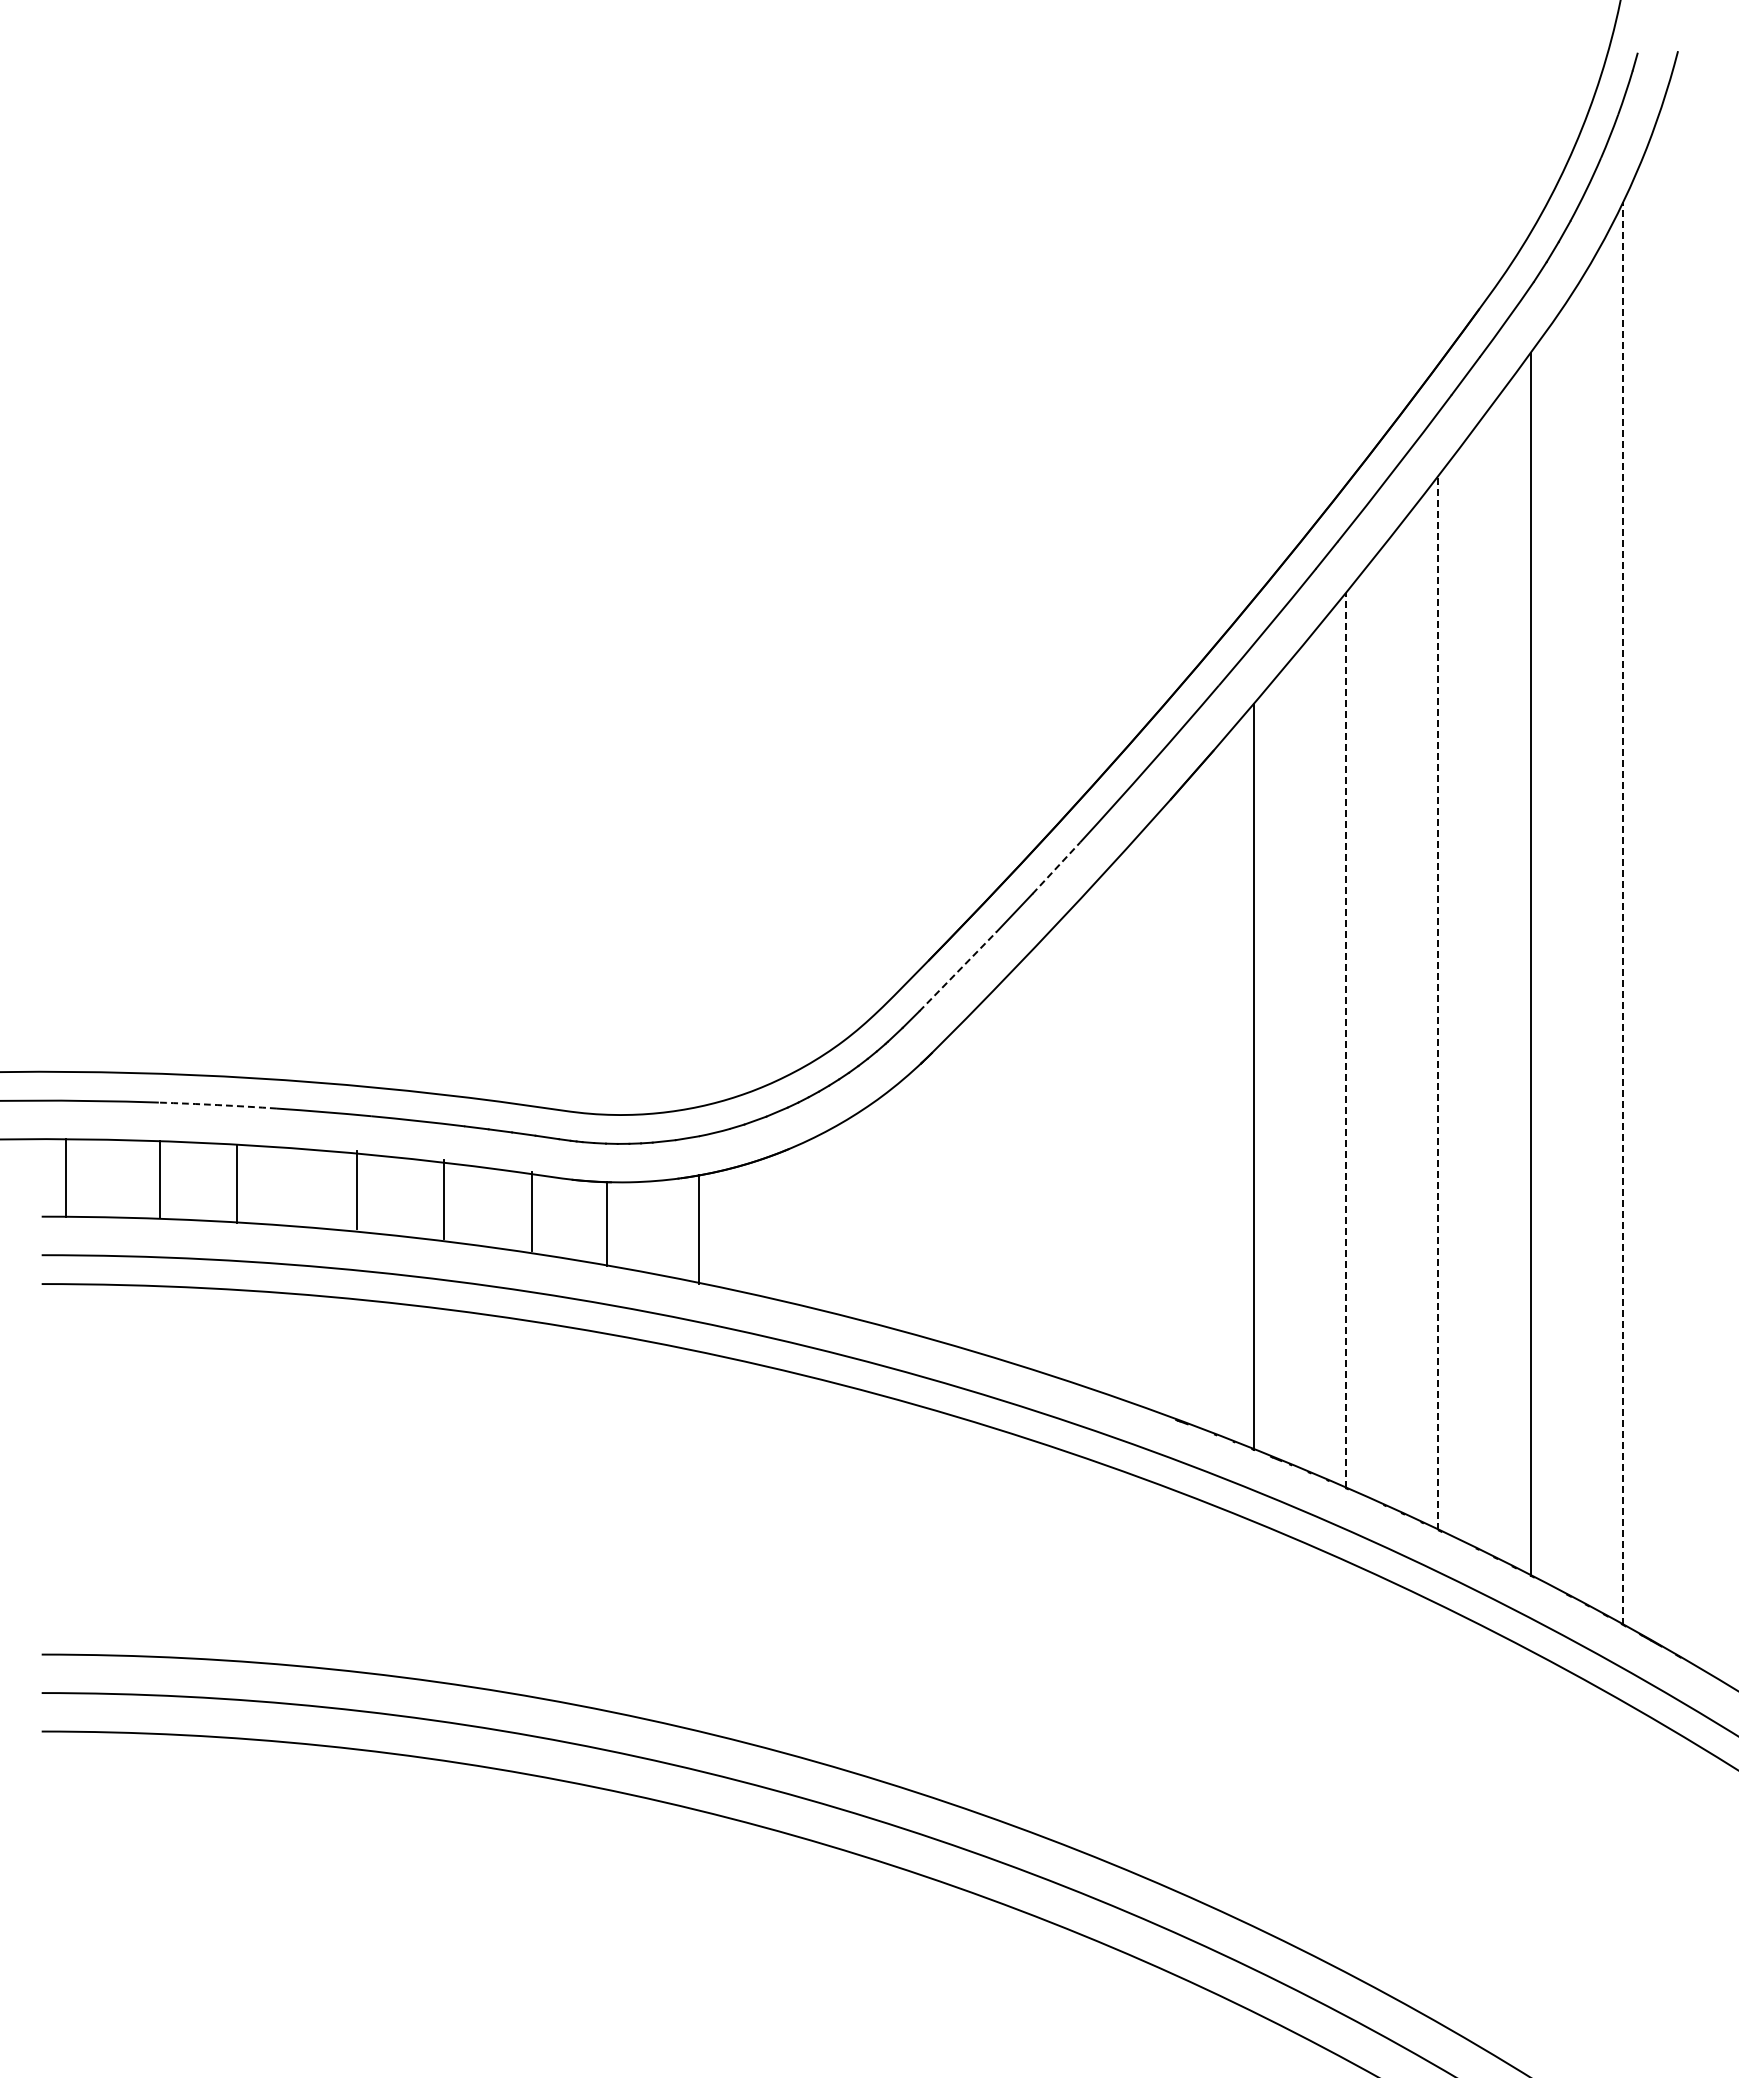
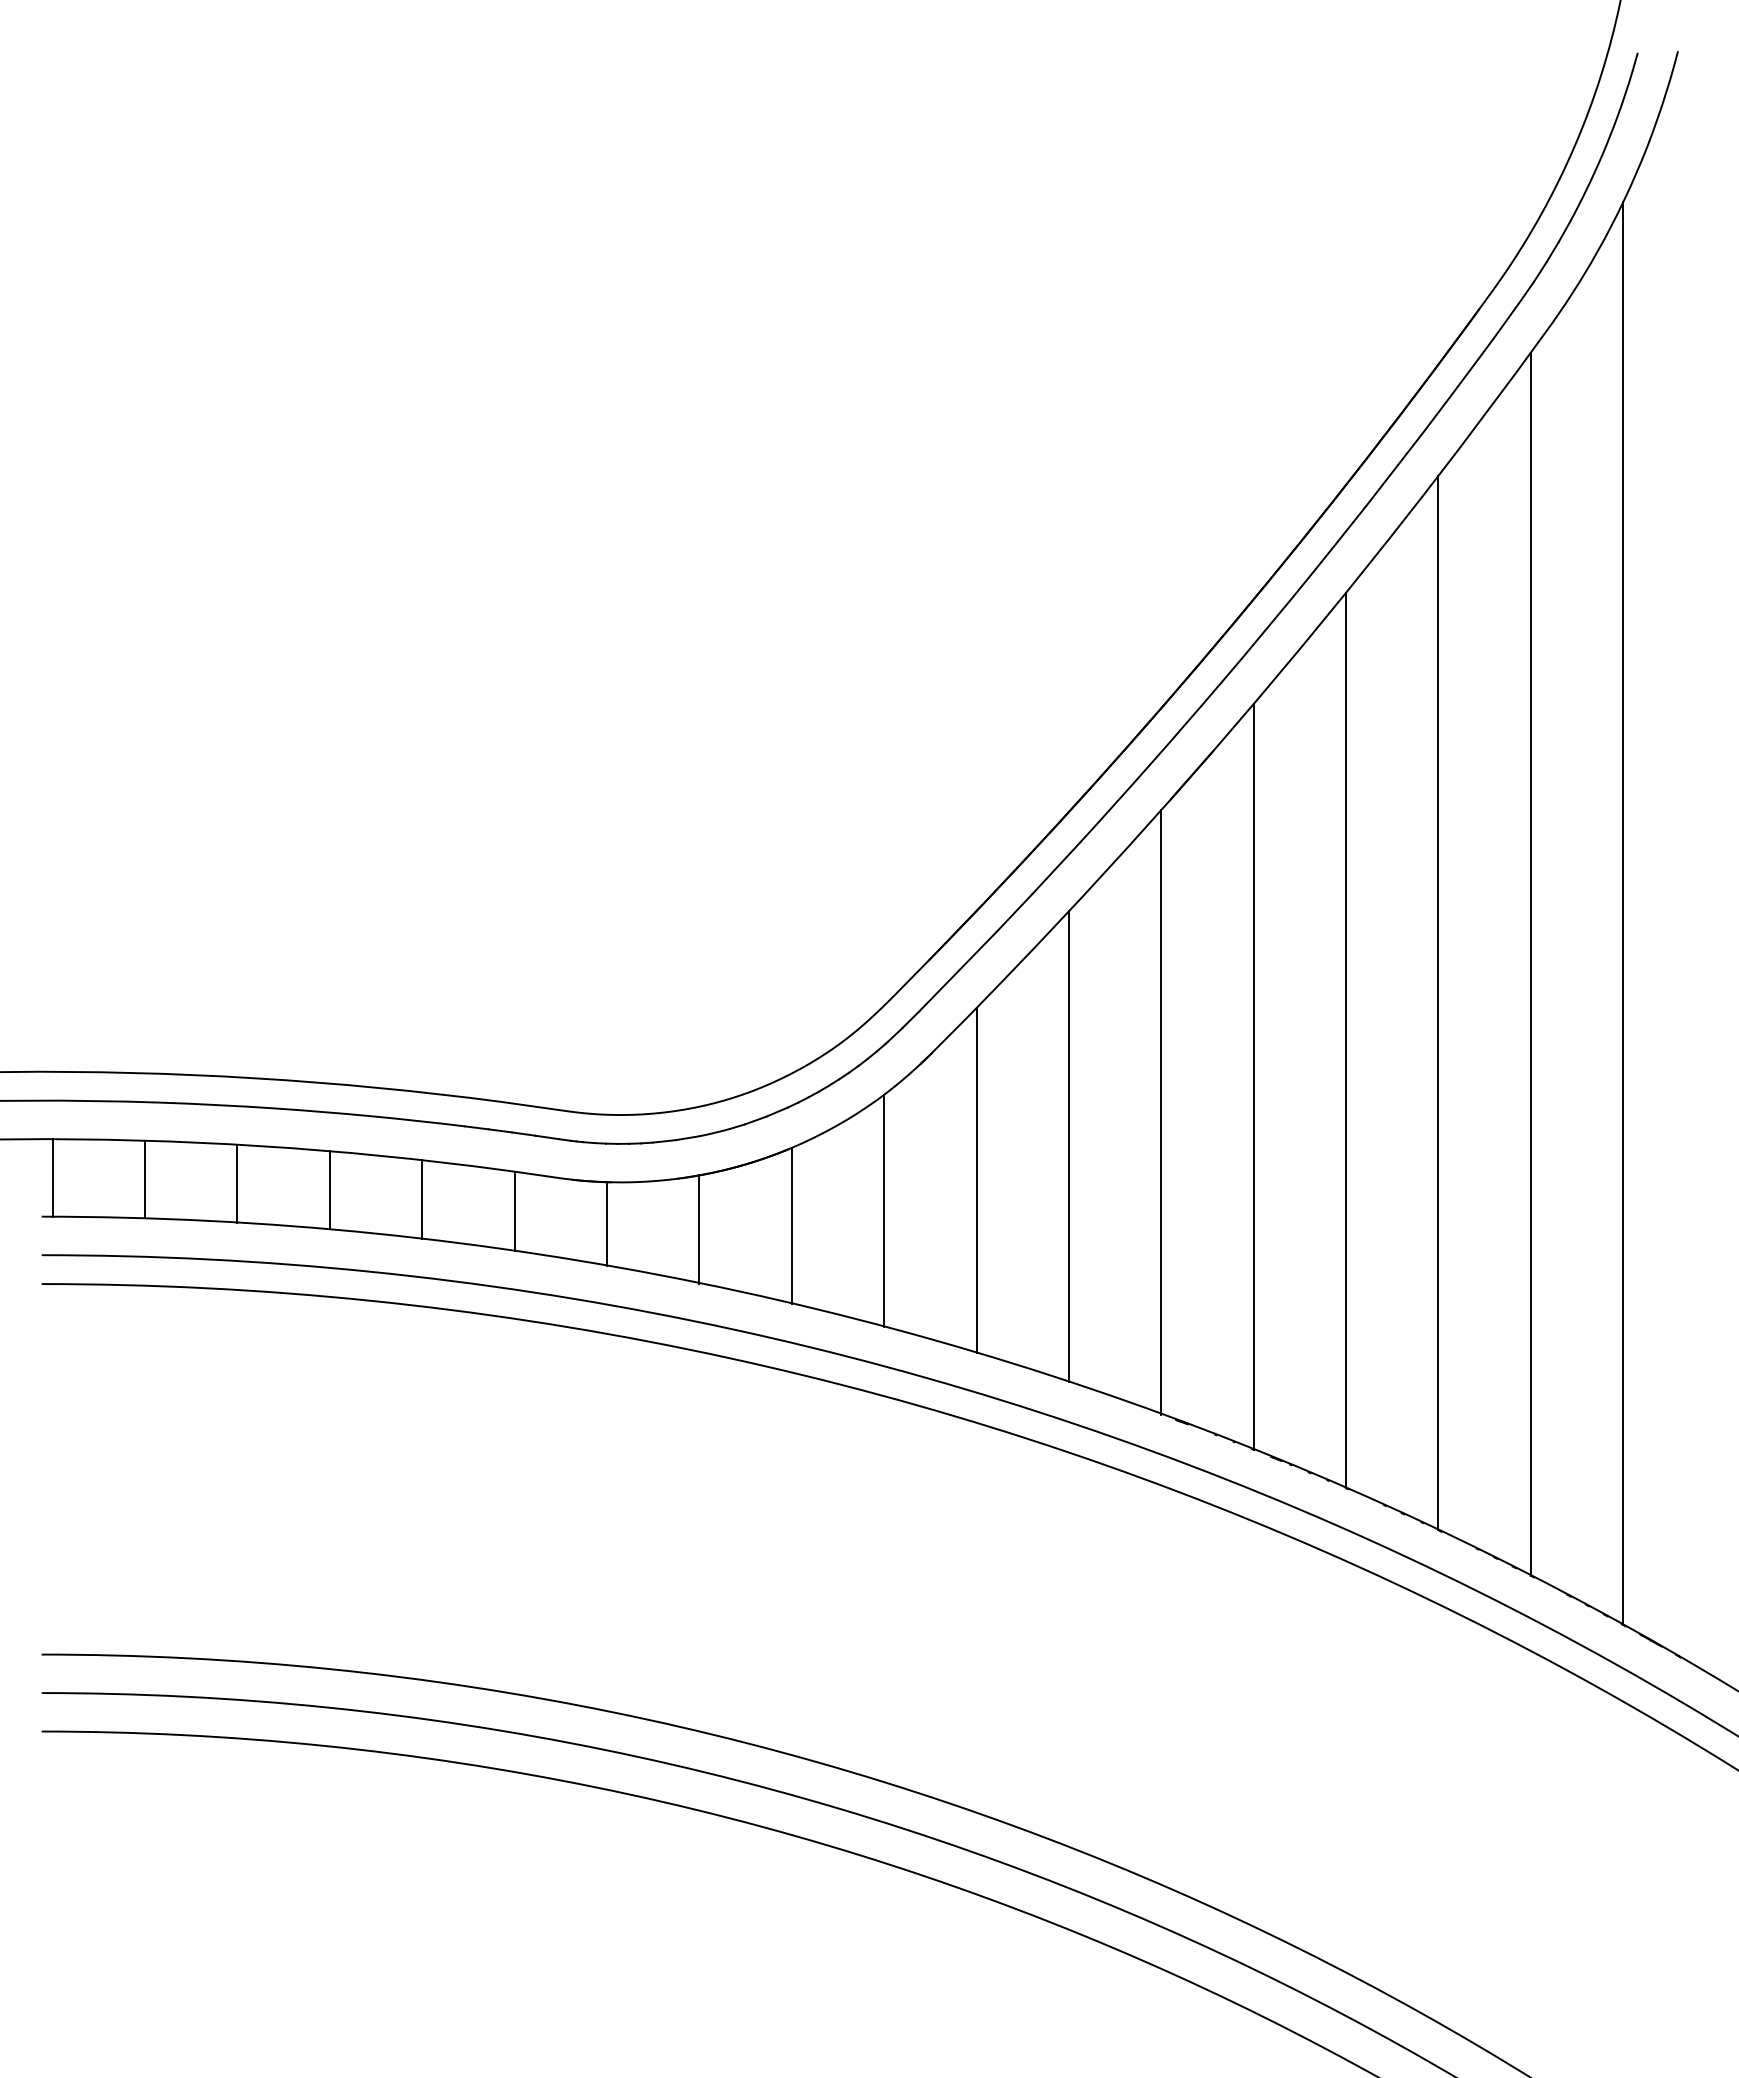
line at (1056, 867): dashed -> solid
line at (1623, 913): dashed -> solid
line at (958, 971): dashed -> solid
line at (1438, 1002): dashed -> solid
line at (1346, 1040): dashed -> solid
arc at (217, 1105): dashed -> solid
line at (1161, 1112): none -> present
line at (1068, 1146): none -> present
line at (65, 1177) position: (65, 1177) -> (52, 1177)
line at (160, 1179) position: (160, 1179) -> (145, 1179)
line at (976, 1180): none -> present
line at (356, 1190) position: (356, 1190) -> (329, 1190)
line at (444, 1199) position: (444, 1199) -> (422, 1199)
line at (884, 1210): none -> present
line at (531, 1211) position: (531, 1211) -> (514, 1211)
line at (791, 1225): none -> present
